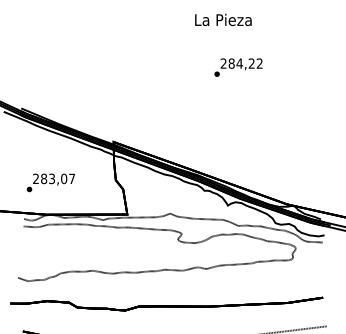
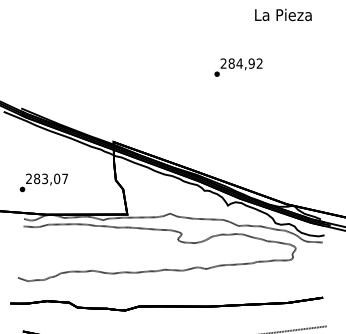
text at (223, 19) position: (223, 19) -> (283, 14)
text at (251, 63): 284,22 -> 284,92
text at (50, 182) position: (50, 182) -> (43, 182)
